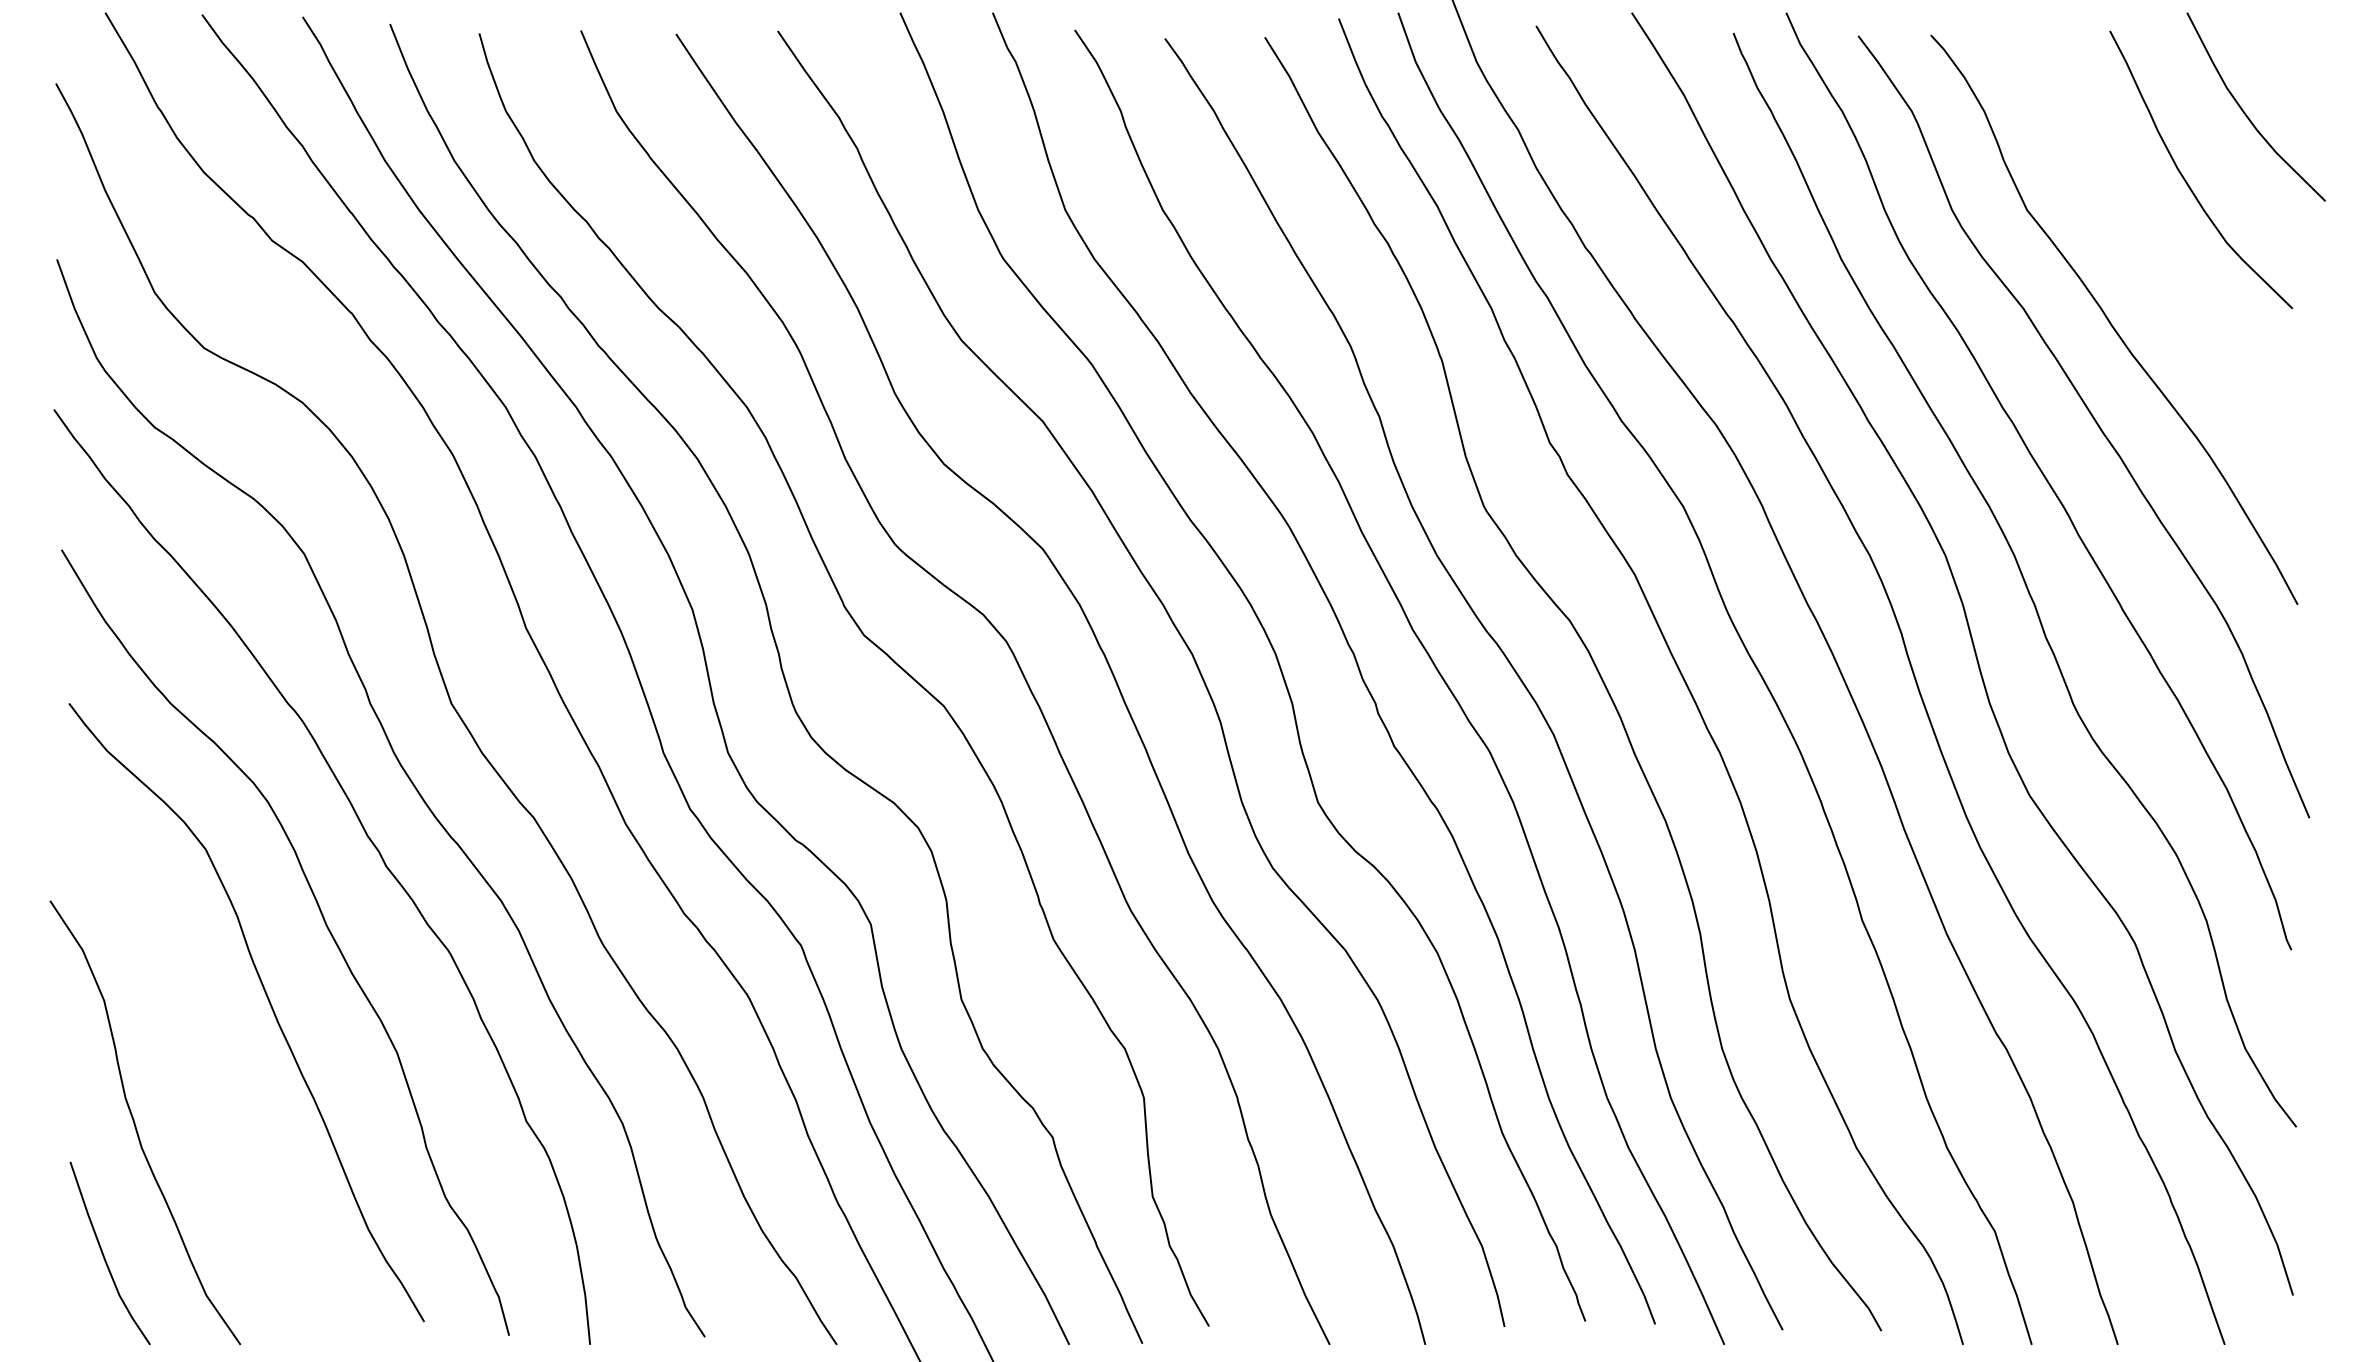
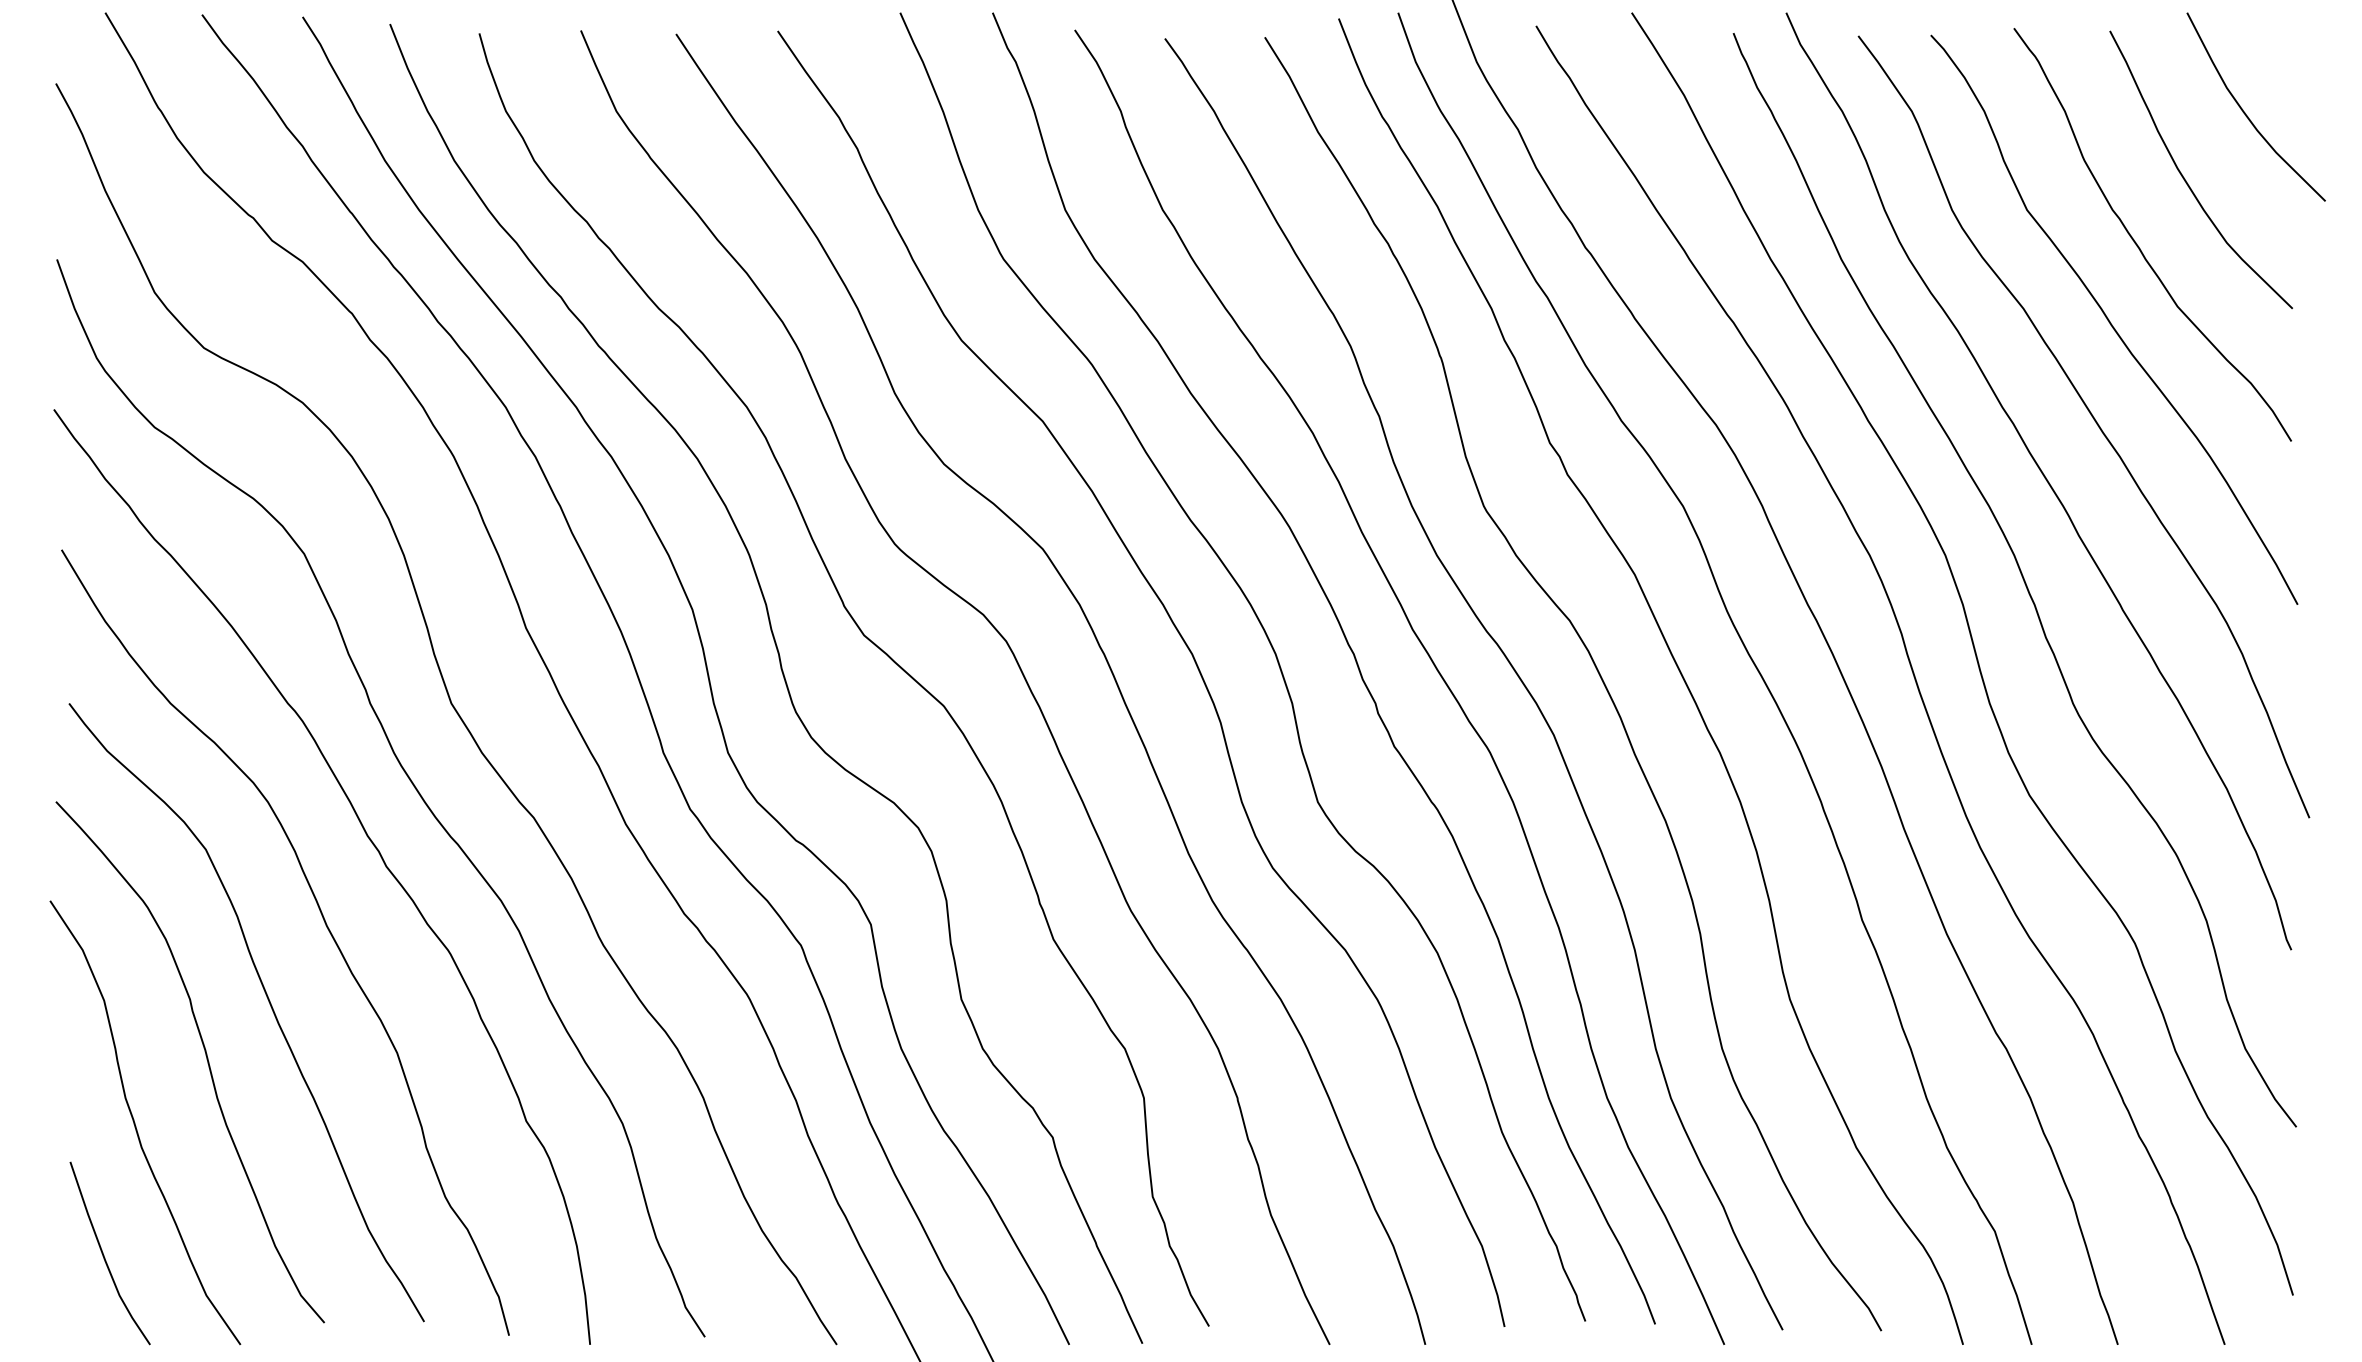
curve at (2139, 246): none -> present
curve at (206, 1059): none -> present
